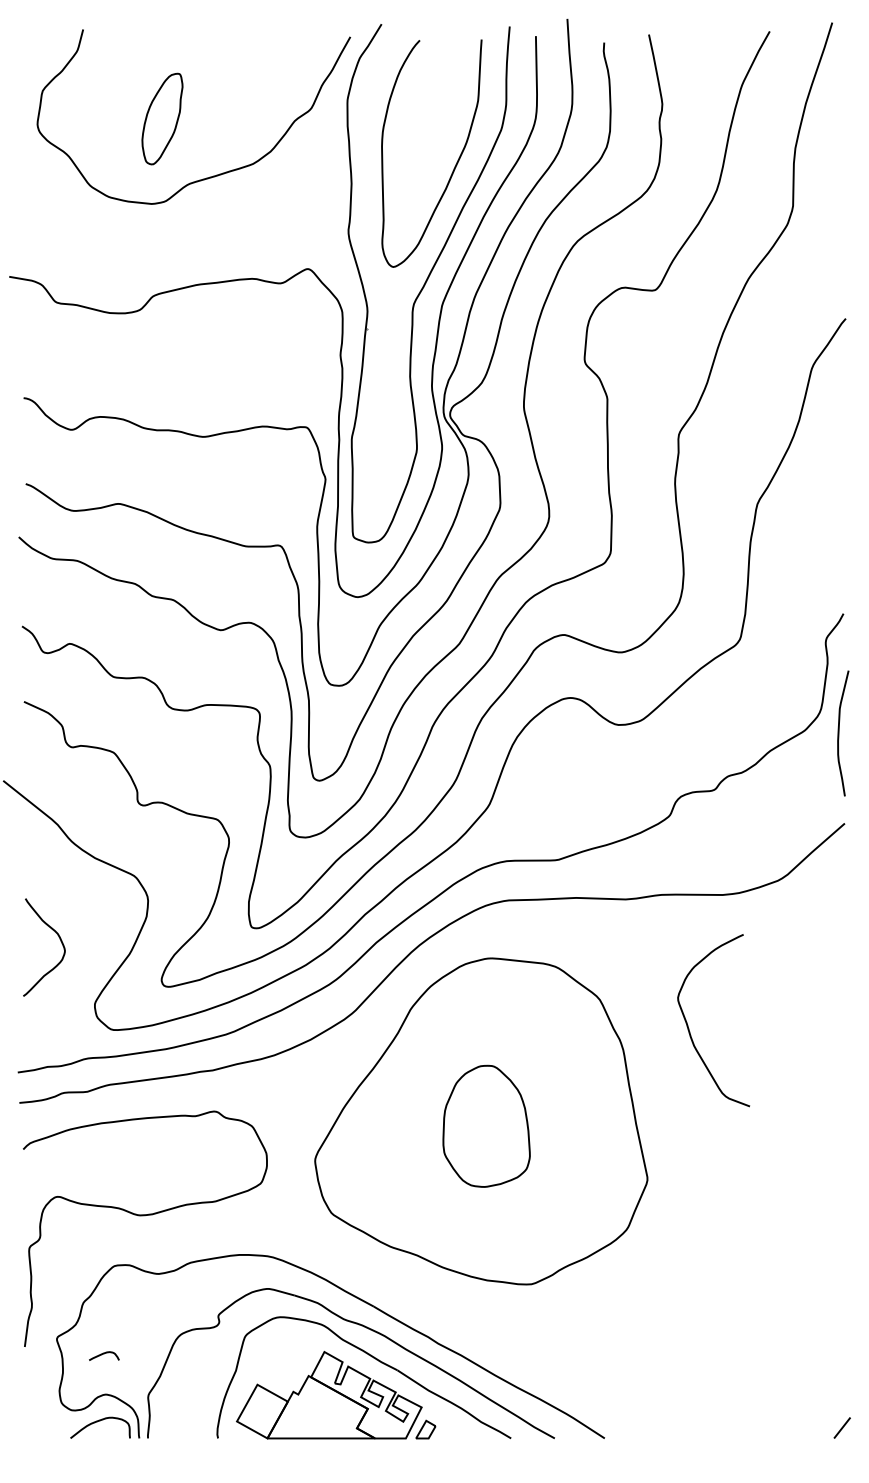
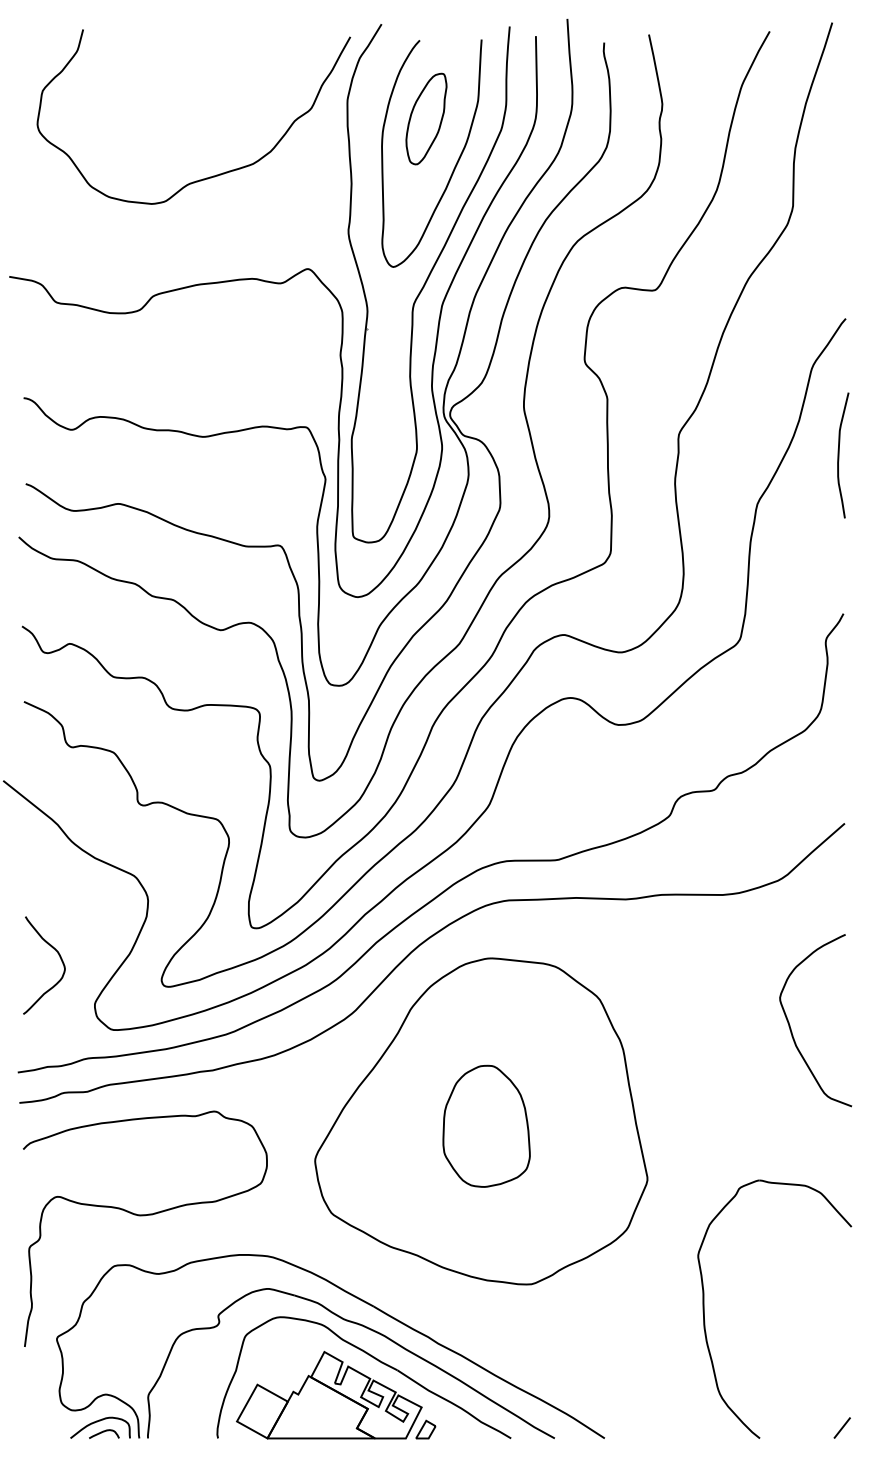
part at (162, 118) position: (162, 118) -> (426, 118)
curve at (839, 733) position: (839, 733) -> (839, 455)
curve at (59, 939) position: (59, 939) -> (59, 957)
curve at (689, 1028) position: (689, 1028) -> (791, 1028)
part at (704, 1308): none -> present
curve at (104, 1354) position: (104, 1354) -> (104, 1432)
